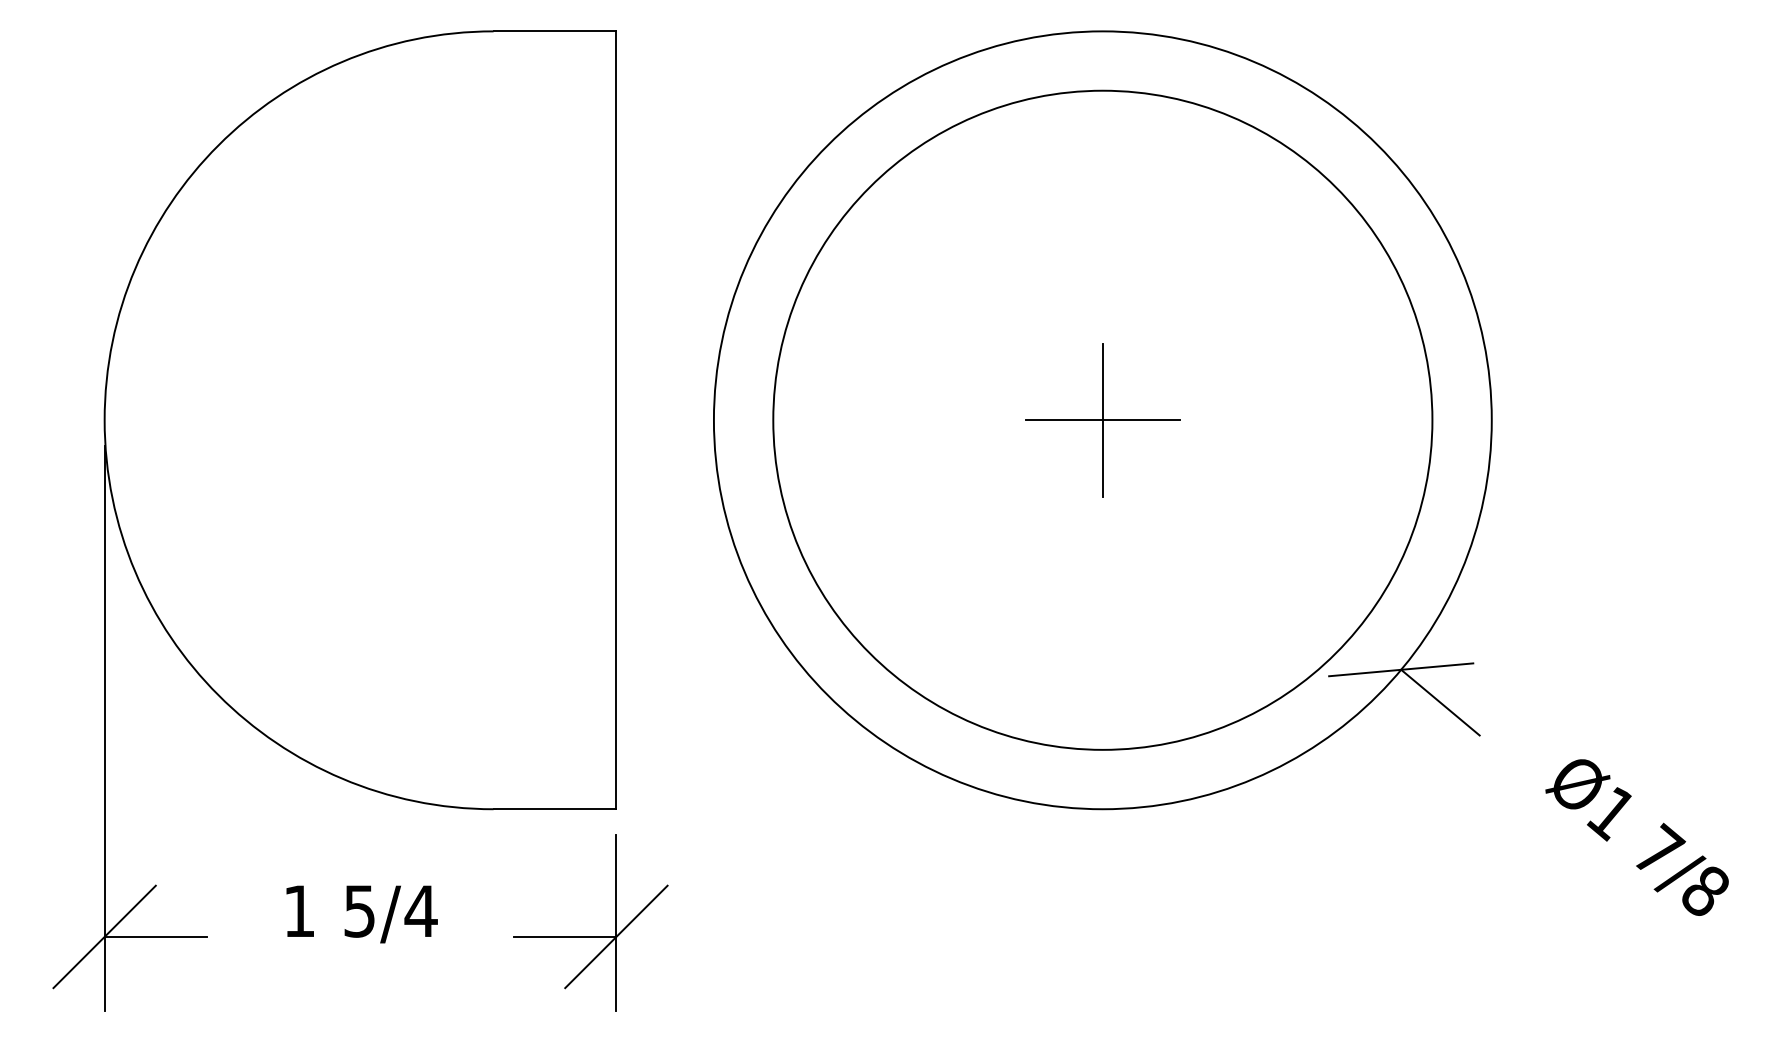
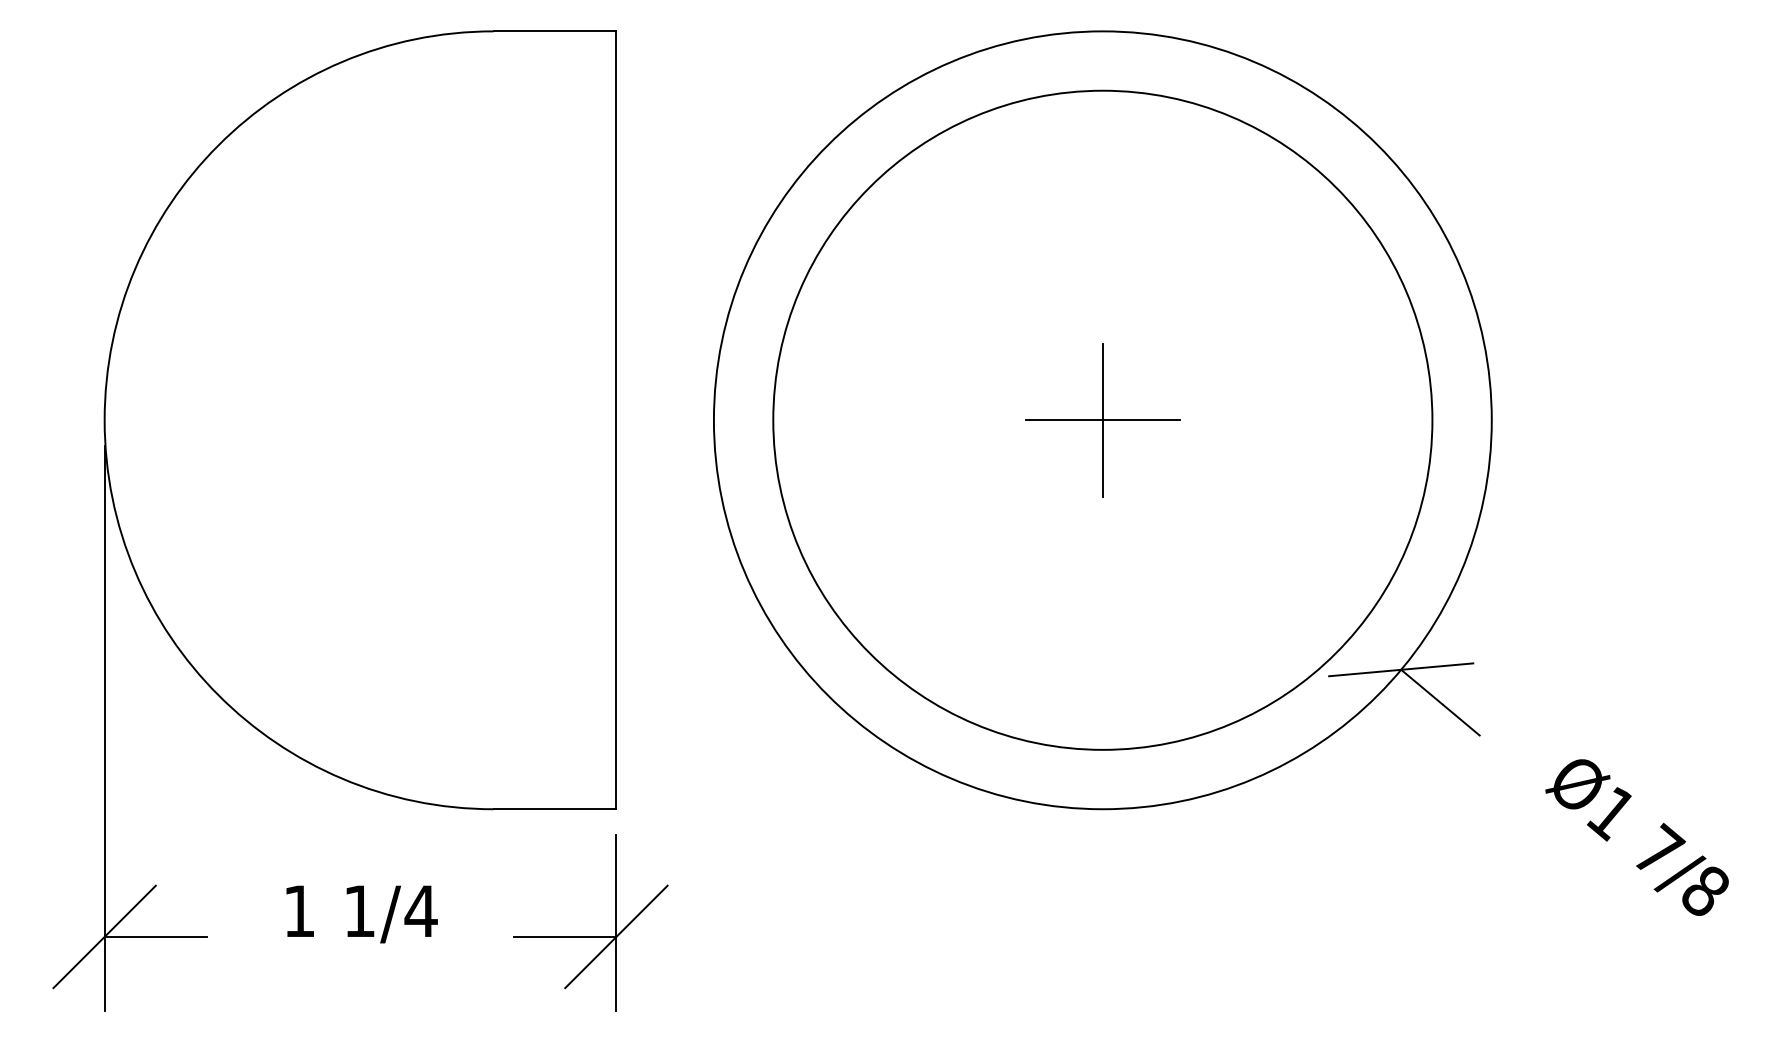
text at (359, 911): 5/4 -> 1/4
